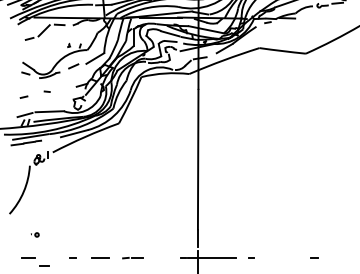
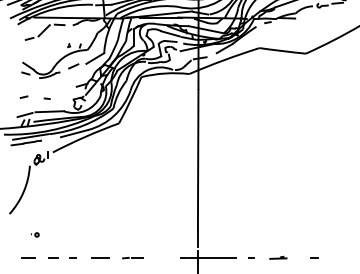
line at (46, 91) position: (46, 91) -> (46, 98)
part at (278, 257): none -> present
line at (44, 265) position: (44, 265) -> (53, 257)
